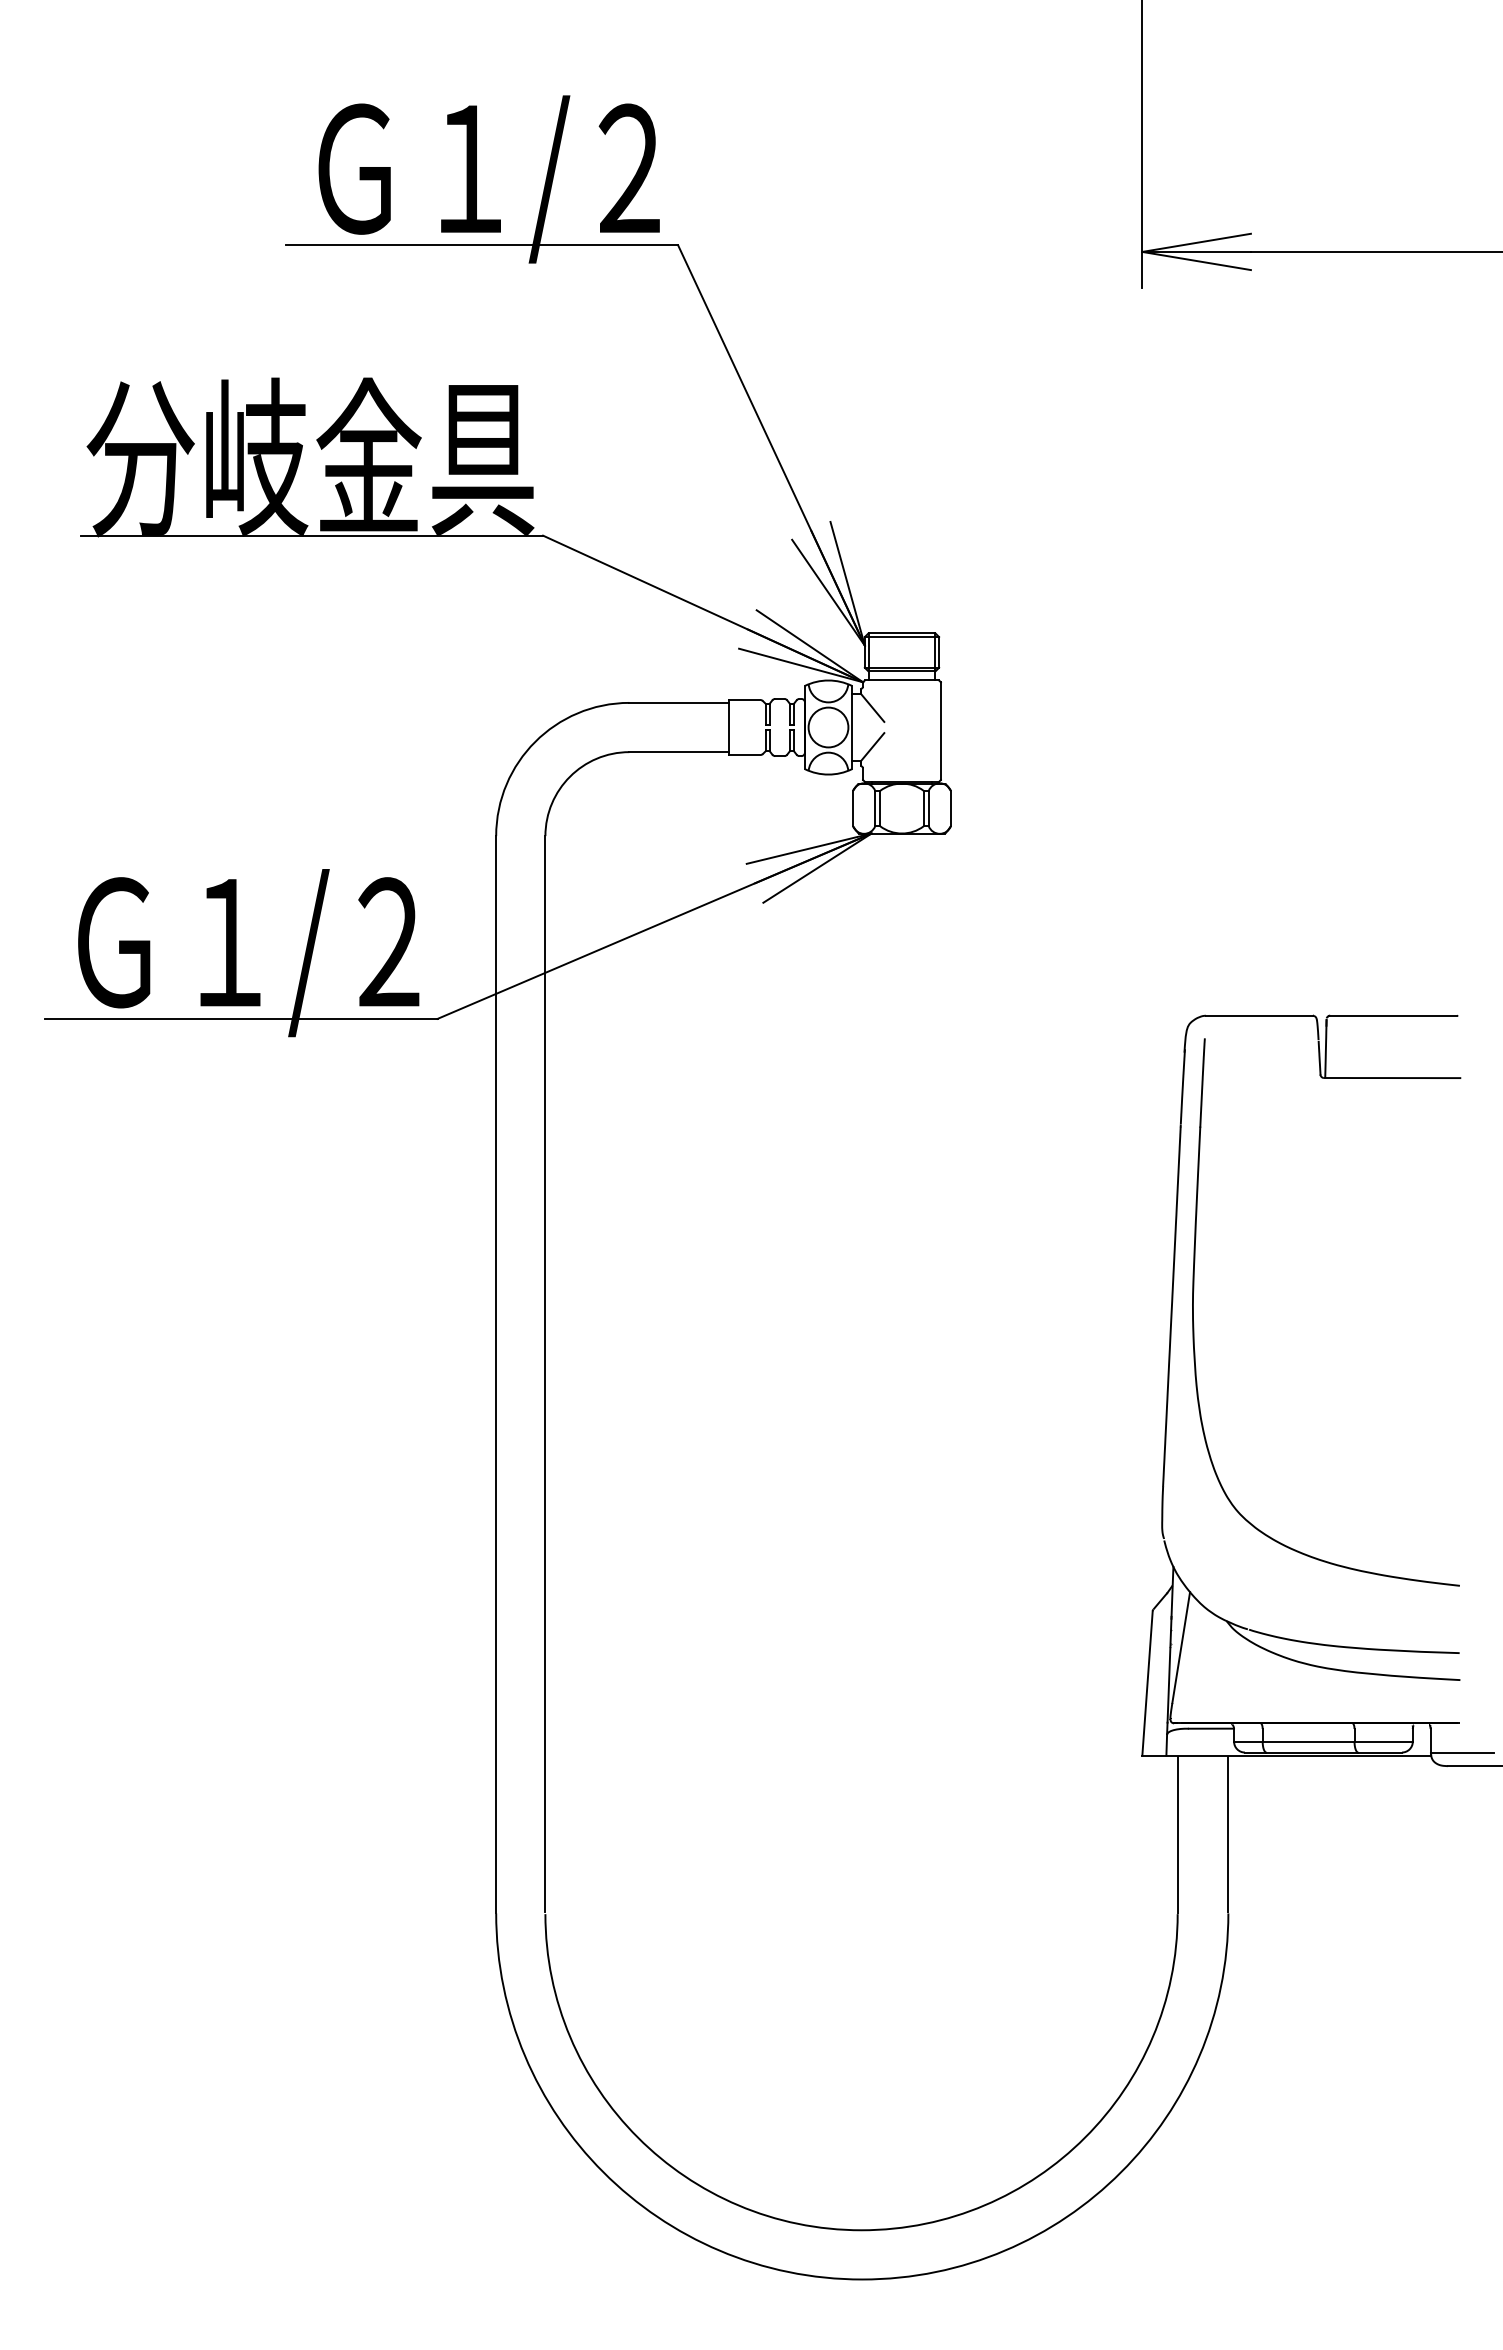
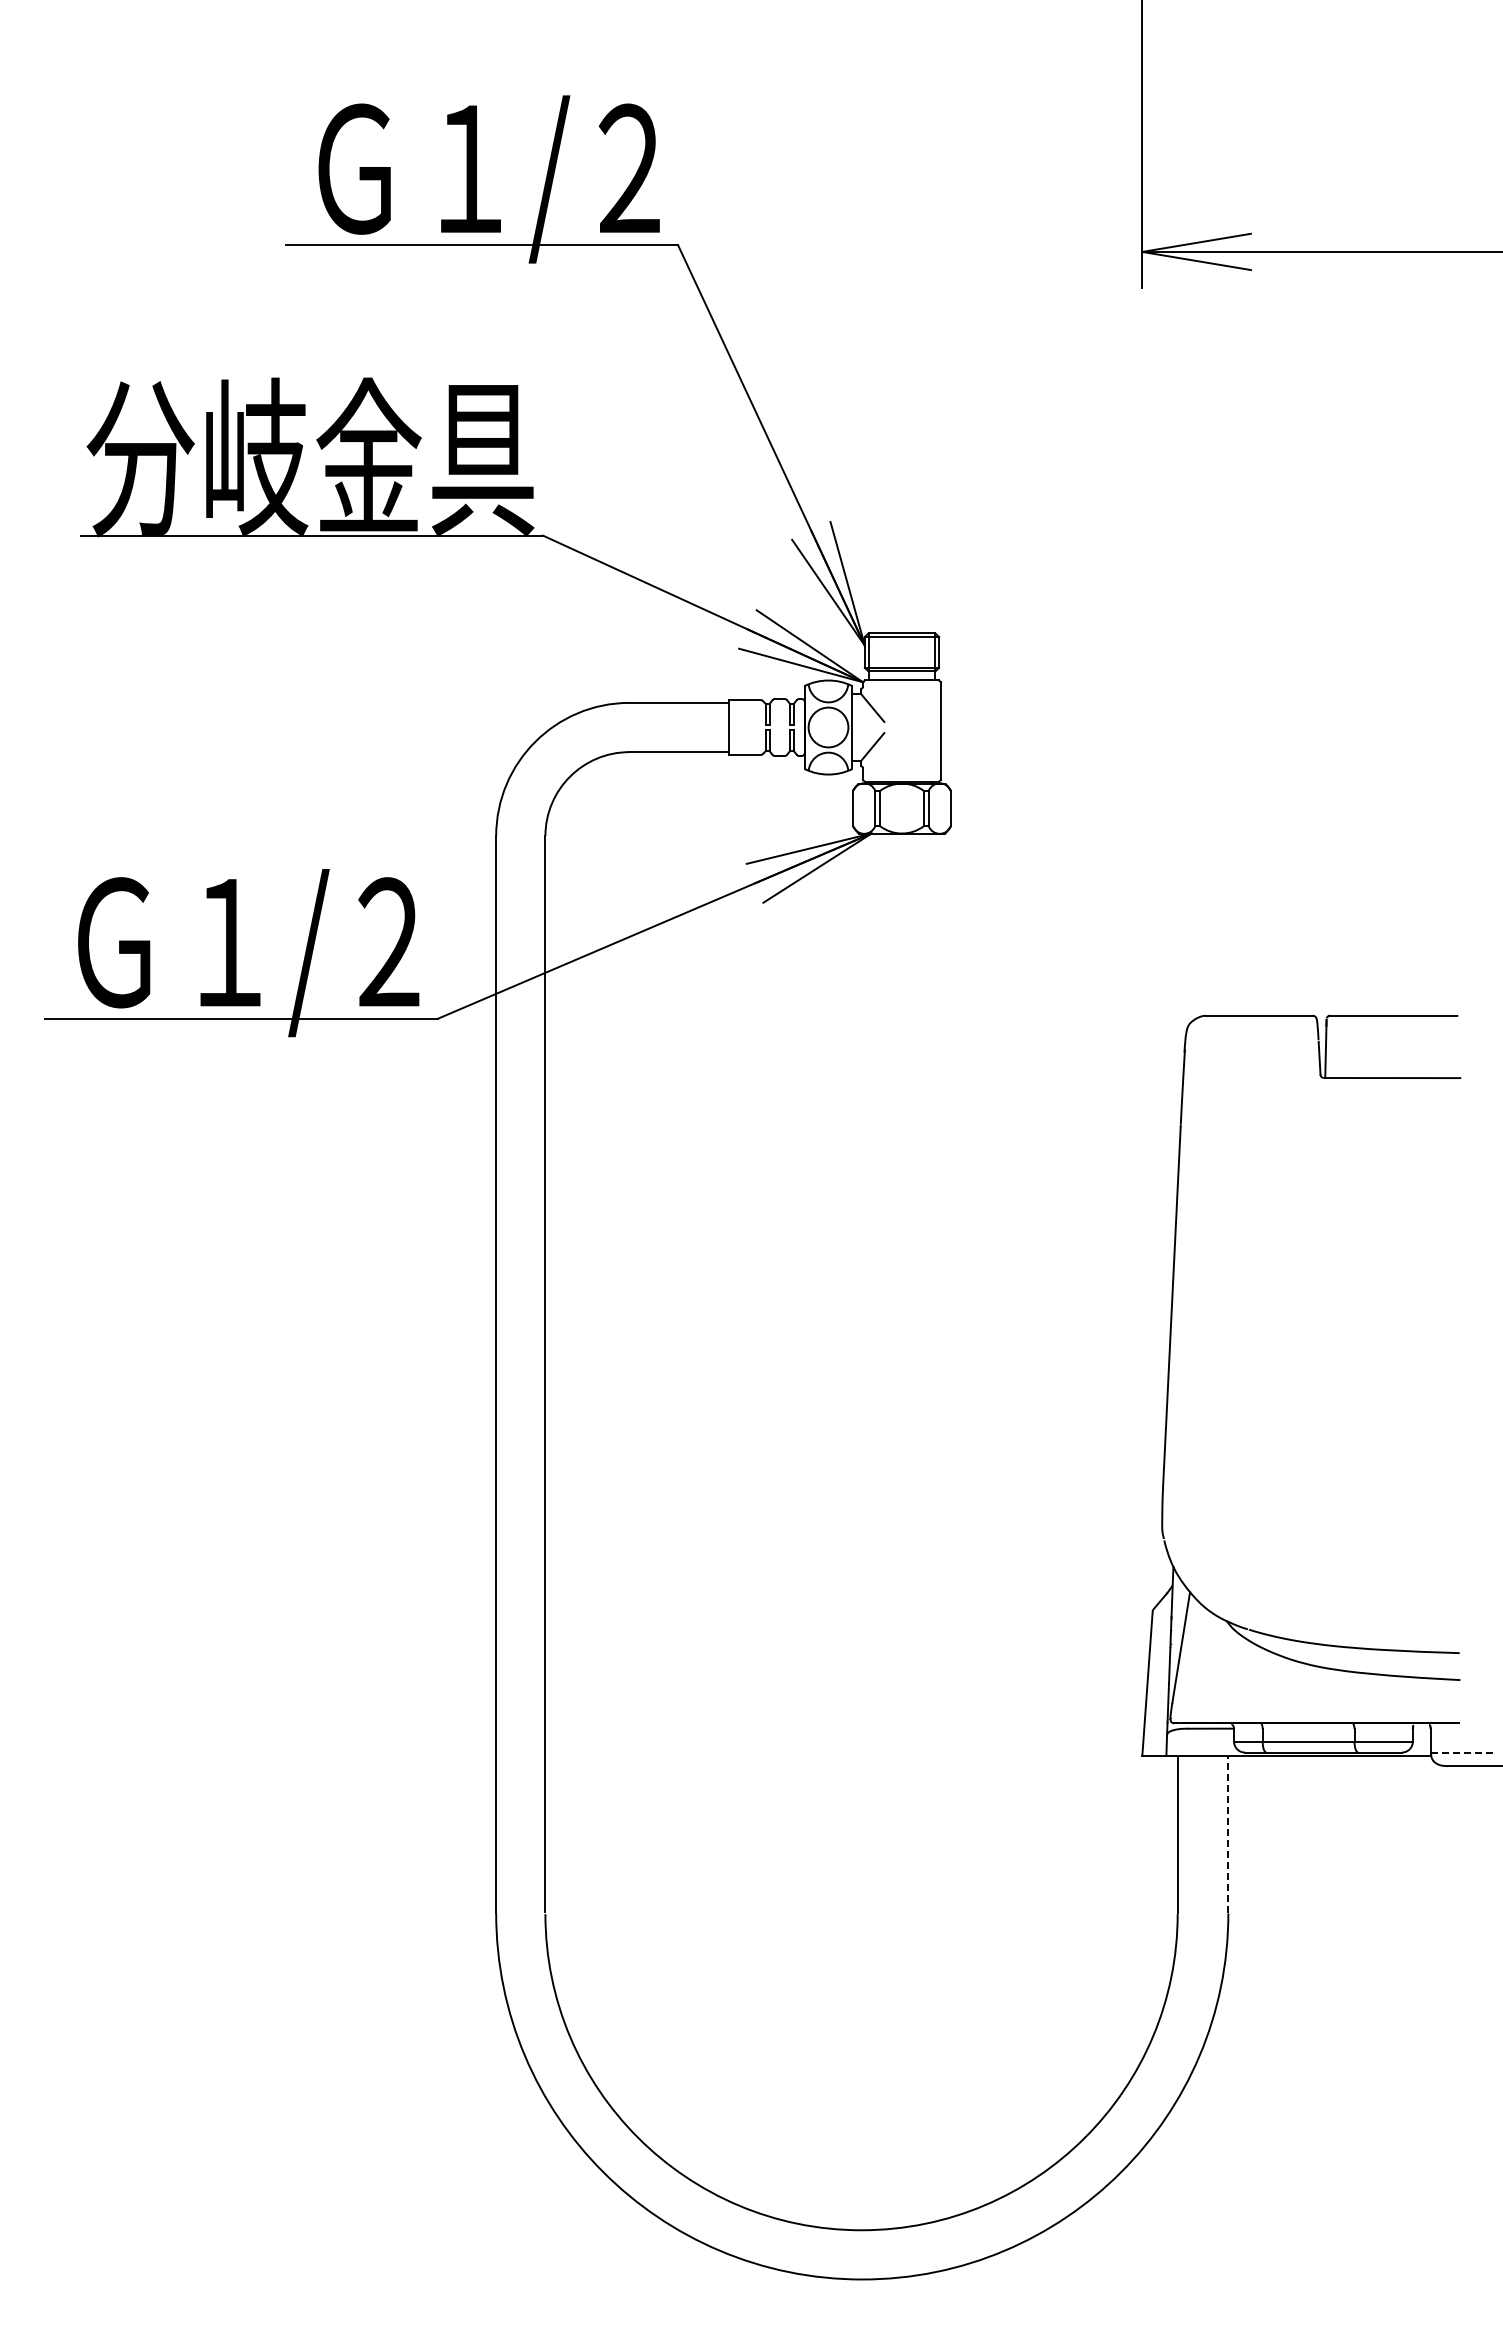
part at (1194, 1324): present -> none
line at (1462, 1753): solid -> dashed
line at (1228, 1834): solid -> dashed
